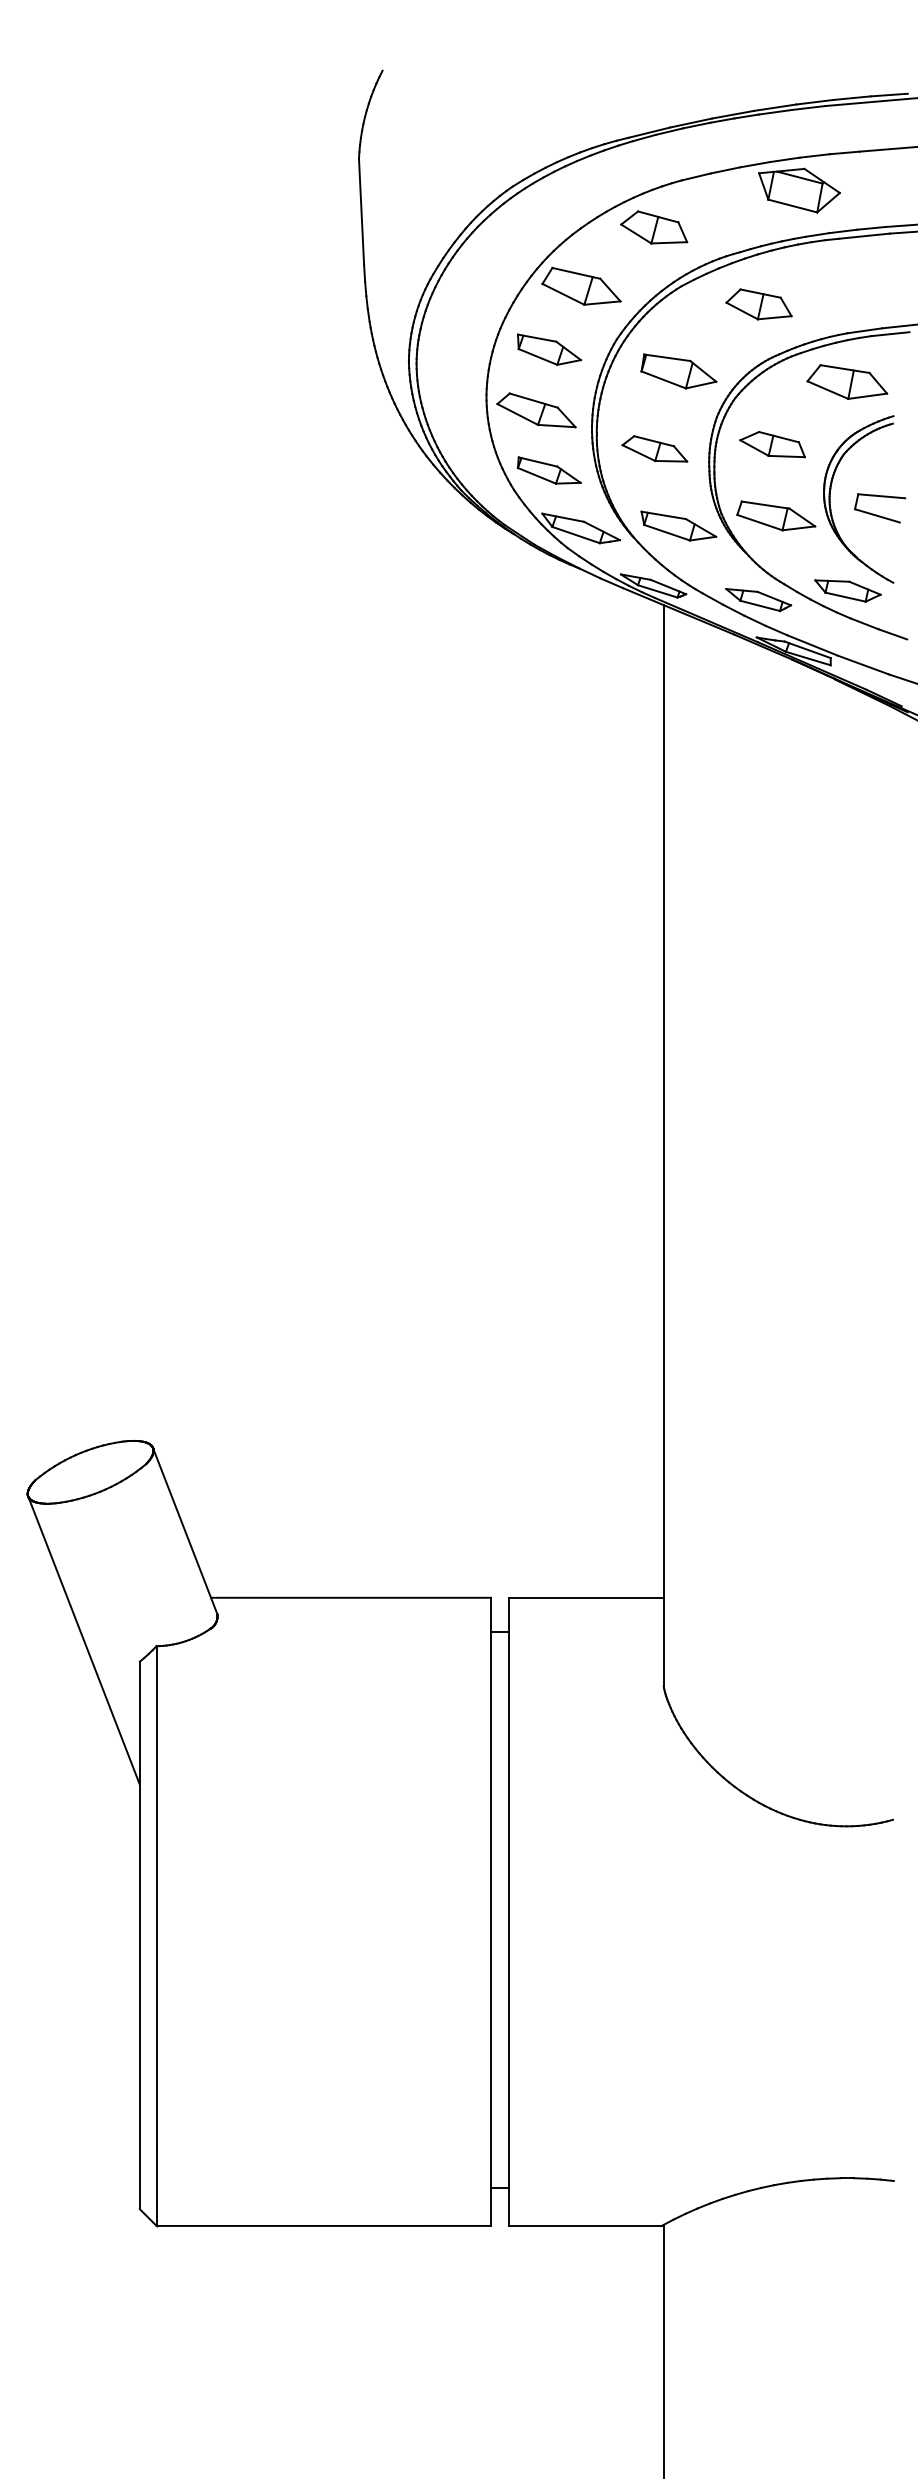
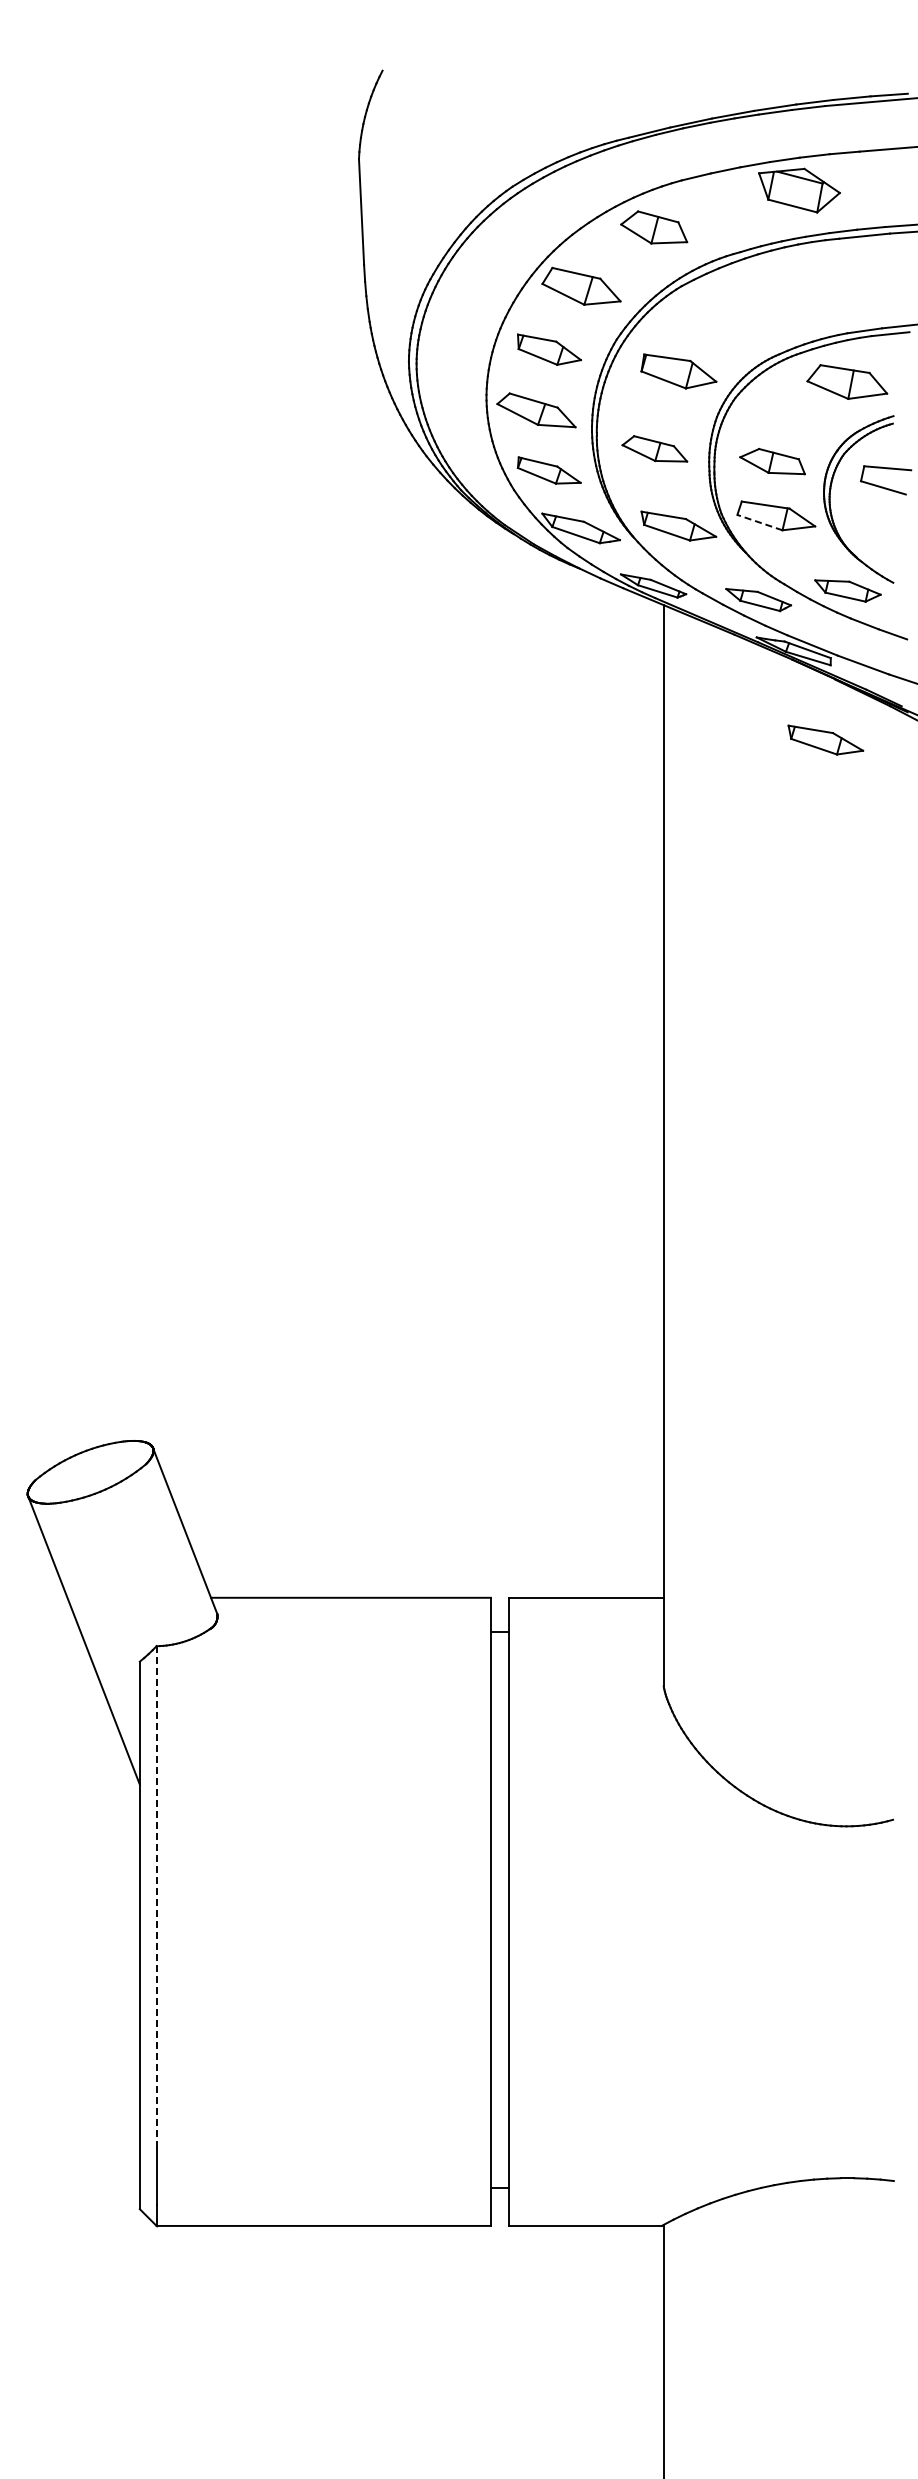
part at (758, 304): present -> none
part at (772, 444) position: (772, 444) -> (772, 461)
part at (877, 514) position: (877, 514) -> (883, 486)
line at (759, 522): solid -> dashed
part at (825, 739): none -> present
line at (156, 1896): solid -> dashed
